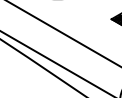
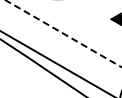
line at (63, 33): solid -> dashed
